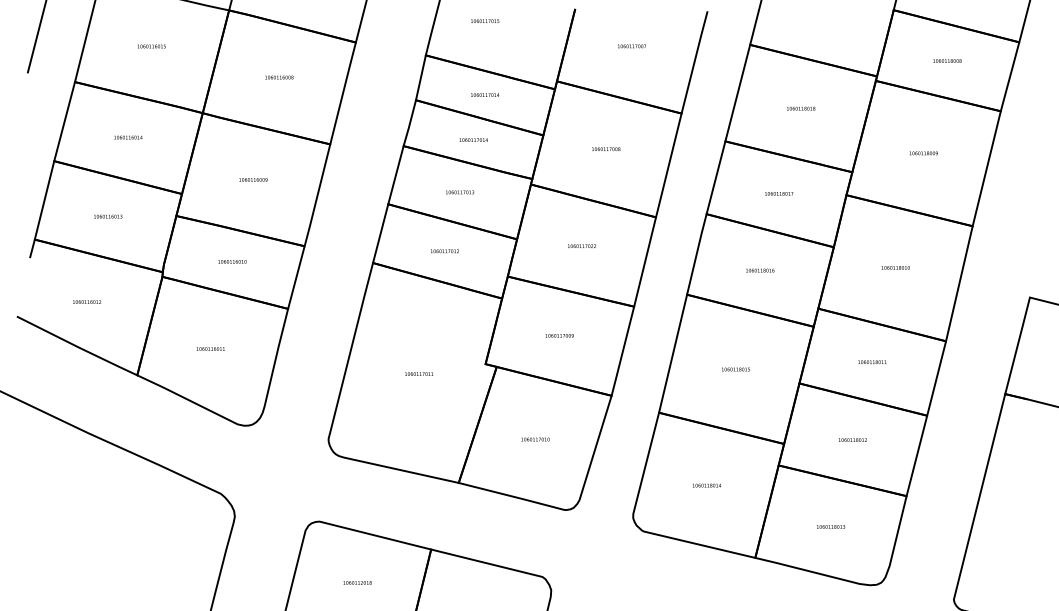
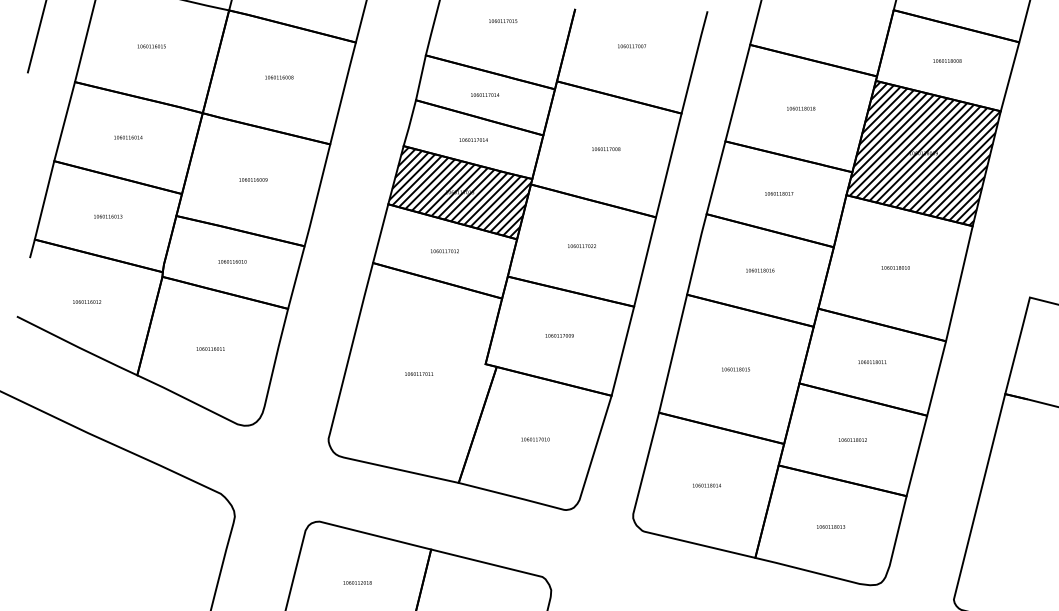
text at (485, 20) position: (485, 20) -> (503, 20)
hatch at (923, 153): none -> present
hatch at (460, 193): none -> present
